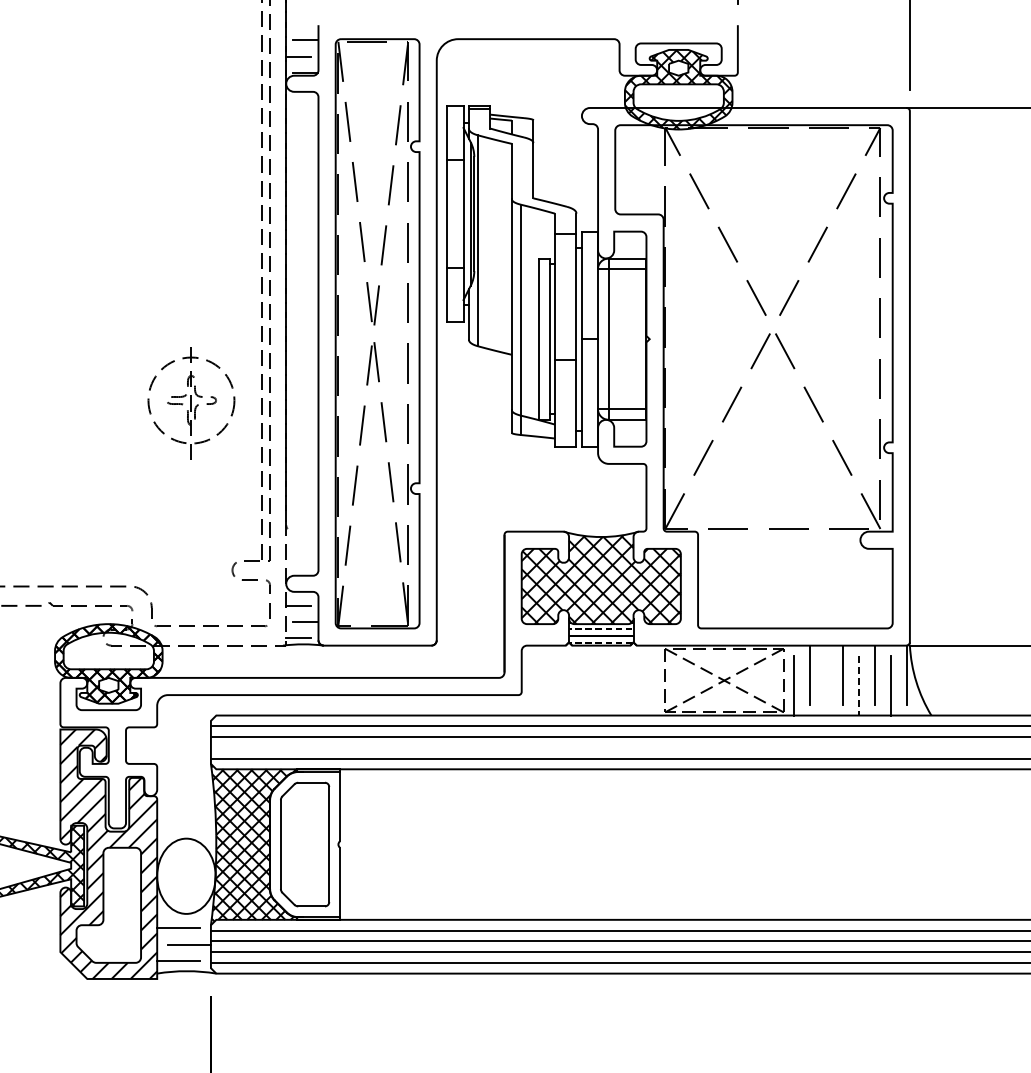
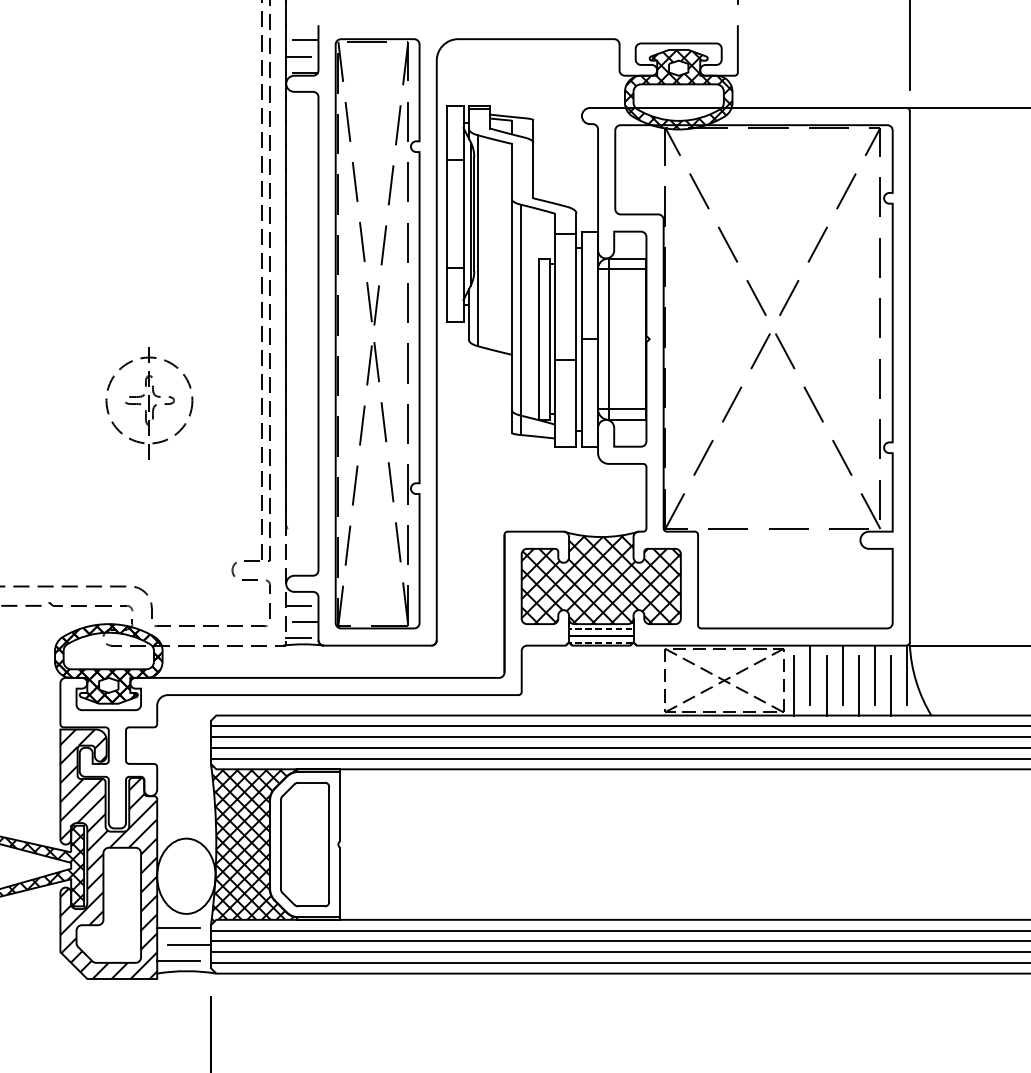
part at (191, 403) position: (191, 403) -> (149, 403)
line at (826, 685): none -> present
line at (858, 685): dashed -> solid
line at (618, 747): none -> present
